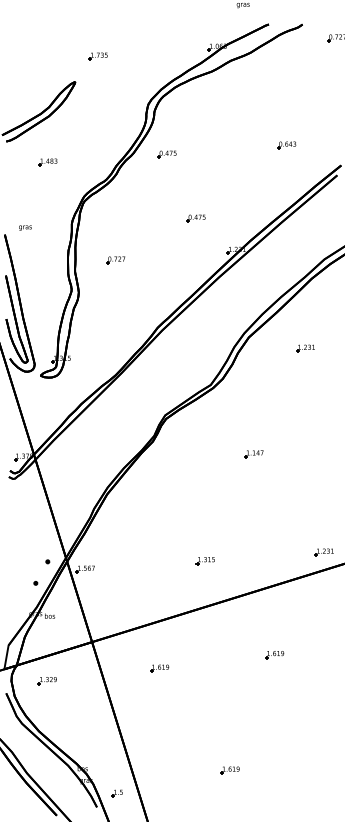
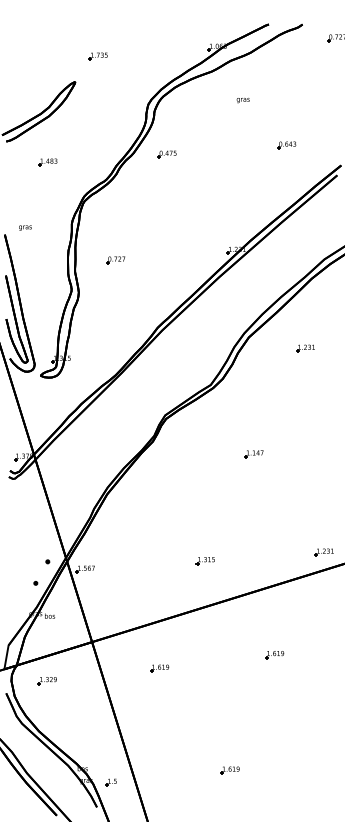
text at (242, 5) position: (242, 5) -> (242, 100)
part at (195, 218): present -> none
part at (116, 793) position: (116, 793) -> (110, 782)
